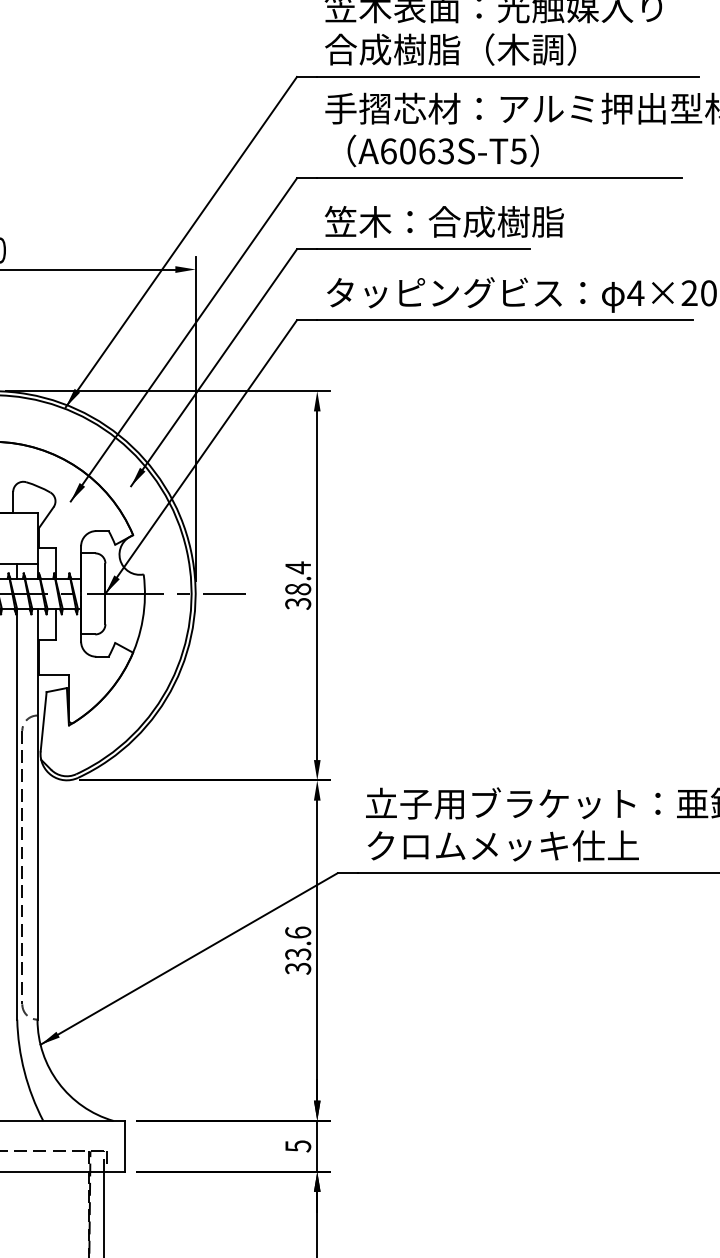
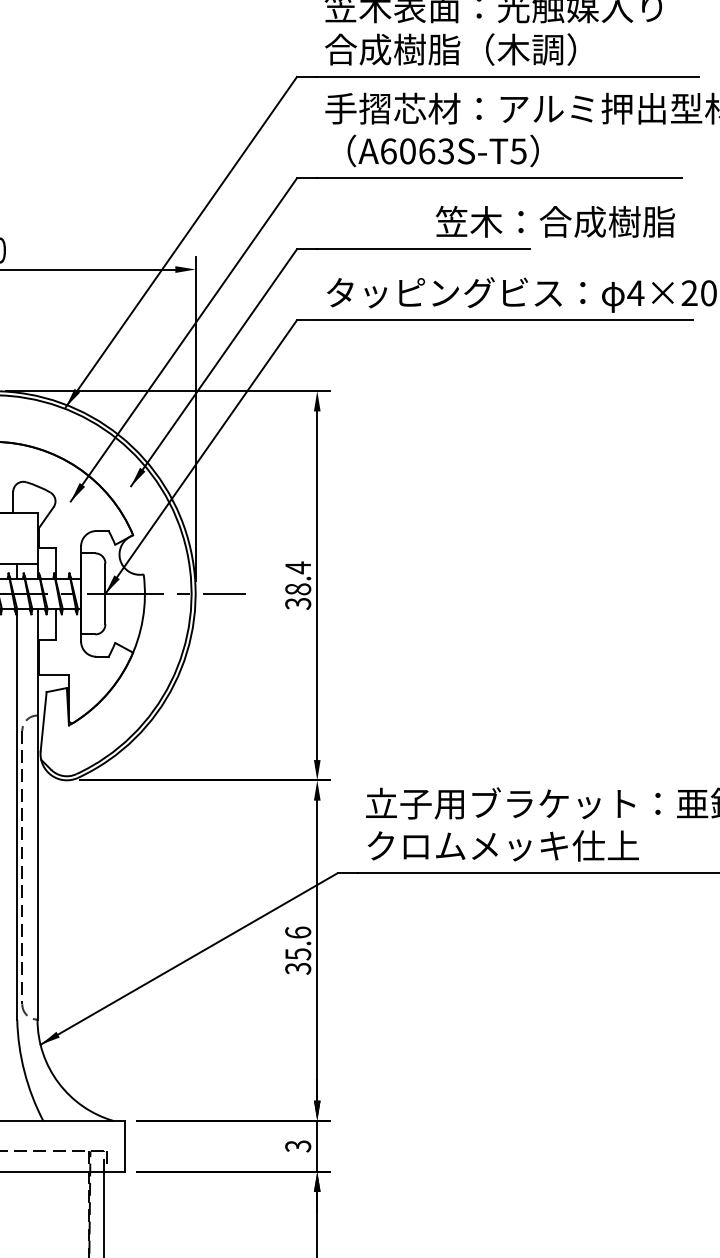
text at (444, 221) position: (444, 221) -> (555, 221)
text at (297, 954): 33.6 -> 35.6
text at (297, 1146): 5 -> 3
